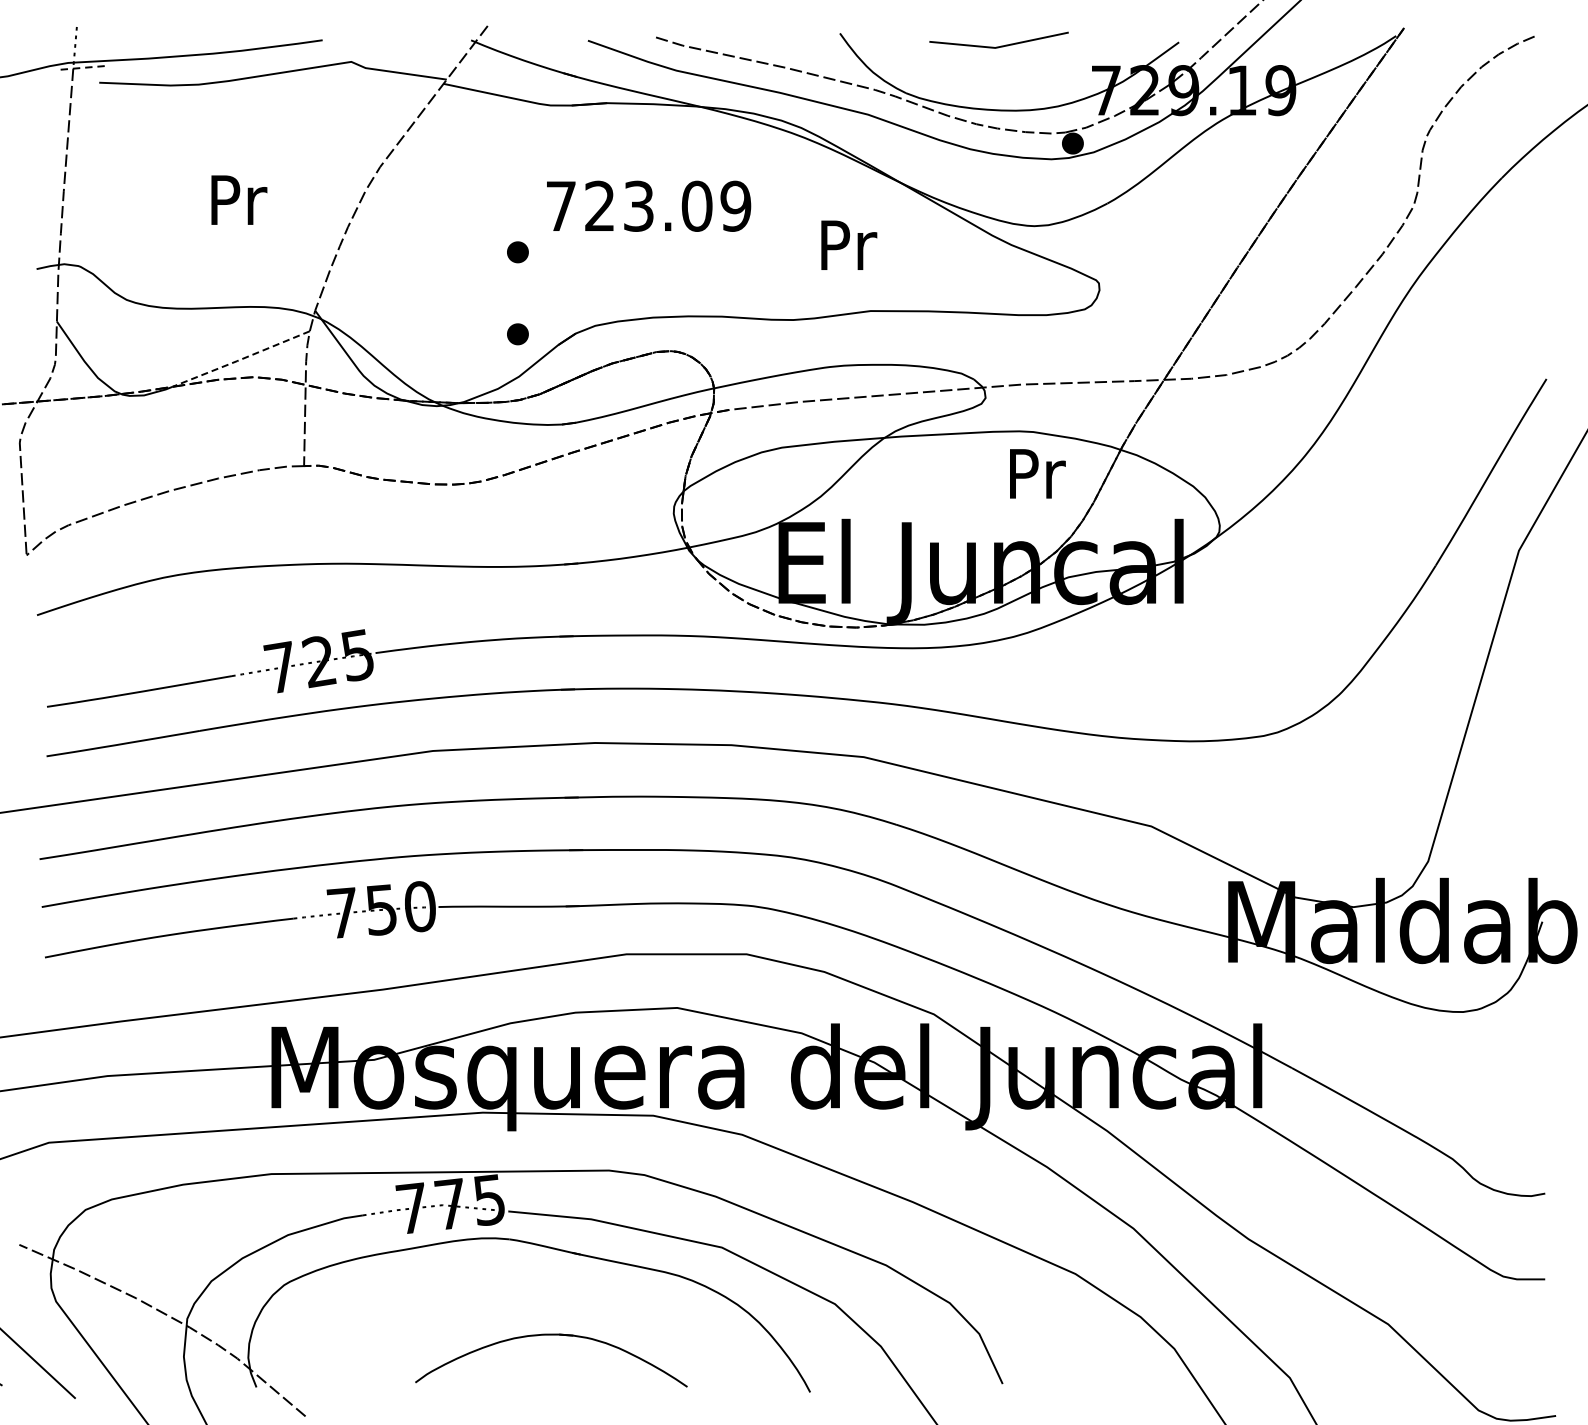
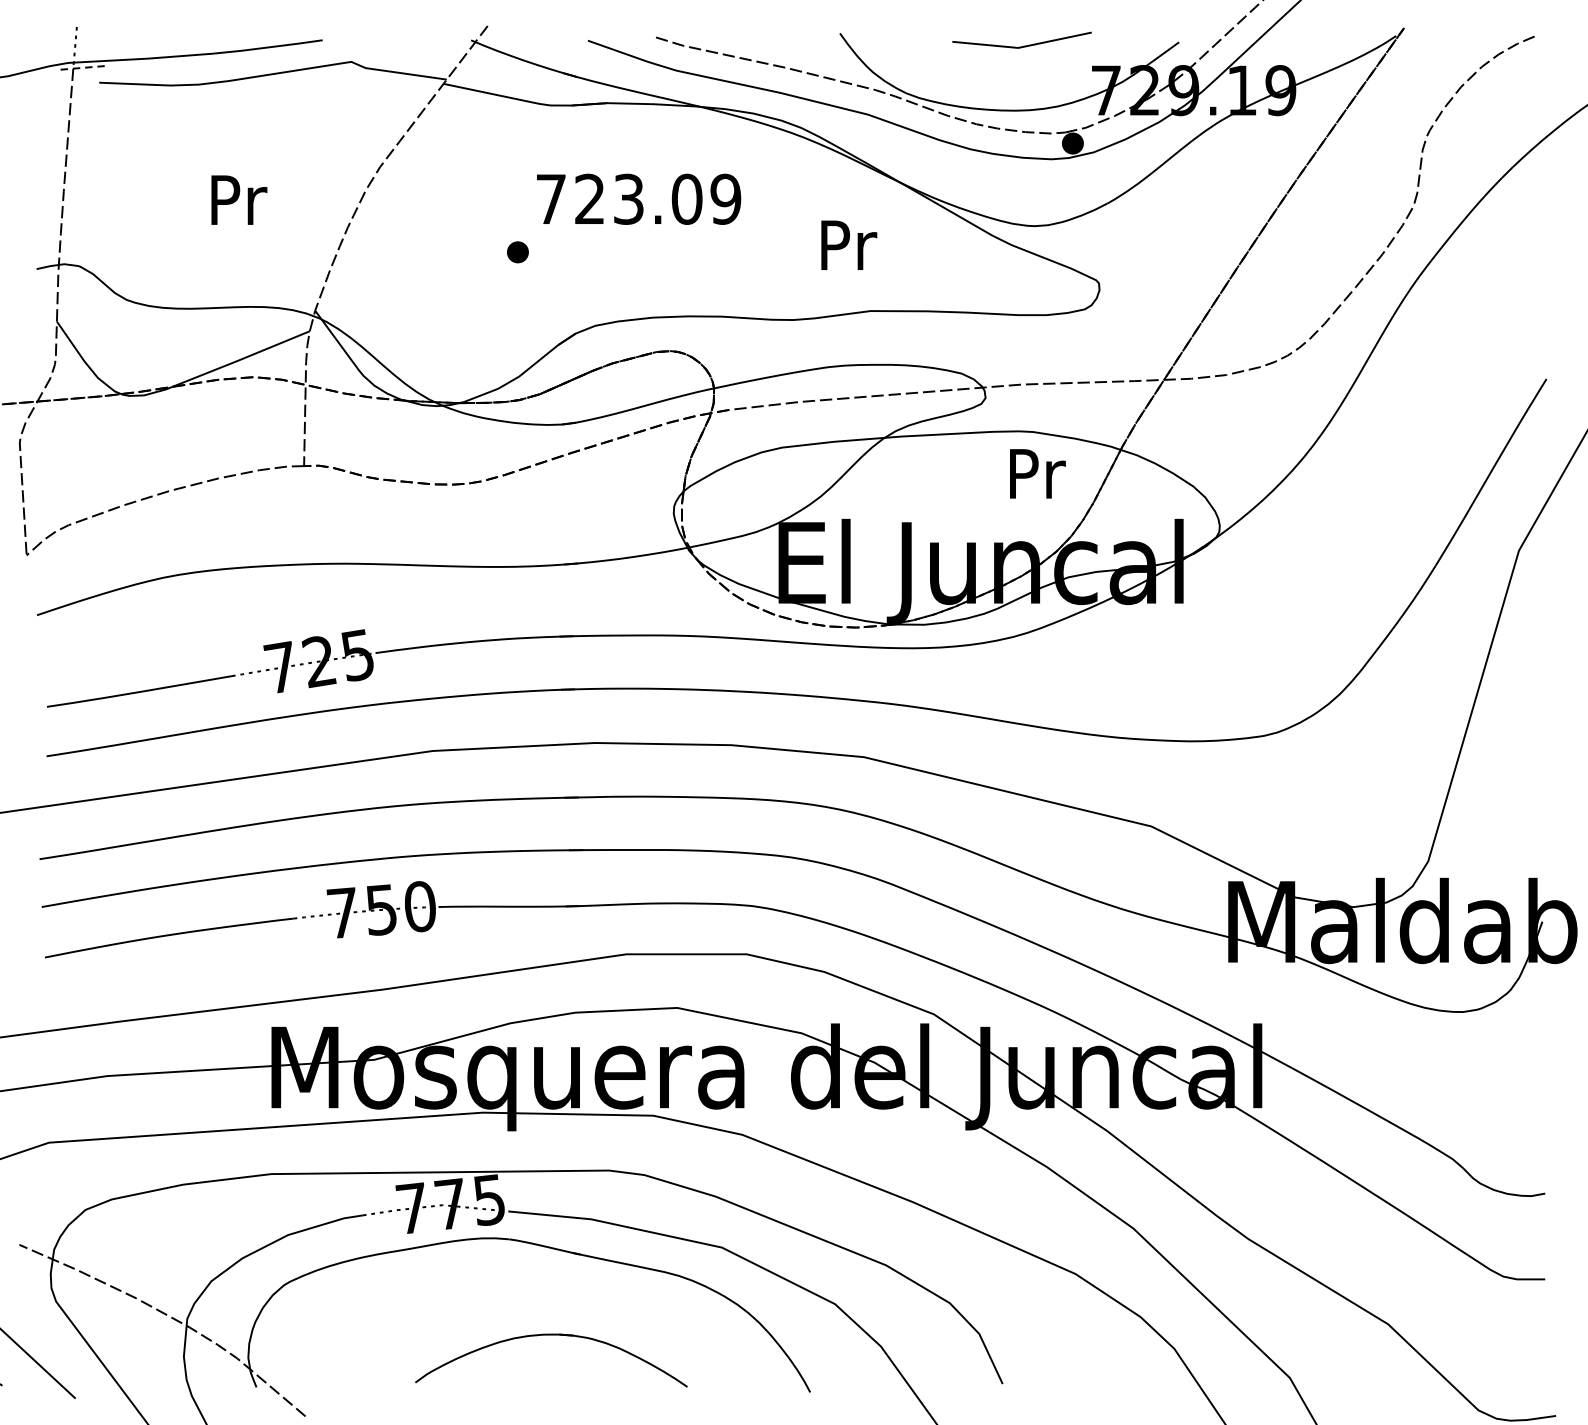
line at (1001, 45) position: (1001, 45) -> (1024, 45)
text at (649, 205) position: (649, 205) -> (639, 198)
part at (517, 334): present -> none
line at (240, 359): dashed -> solid
